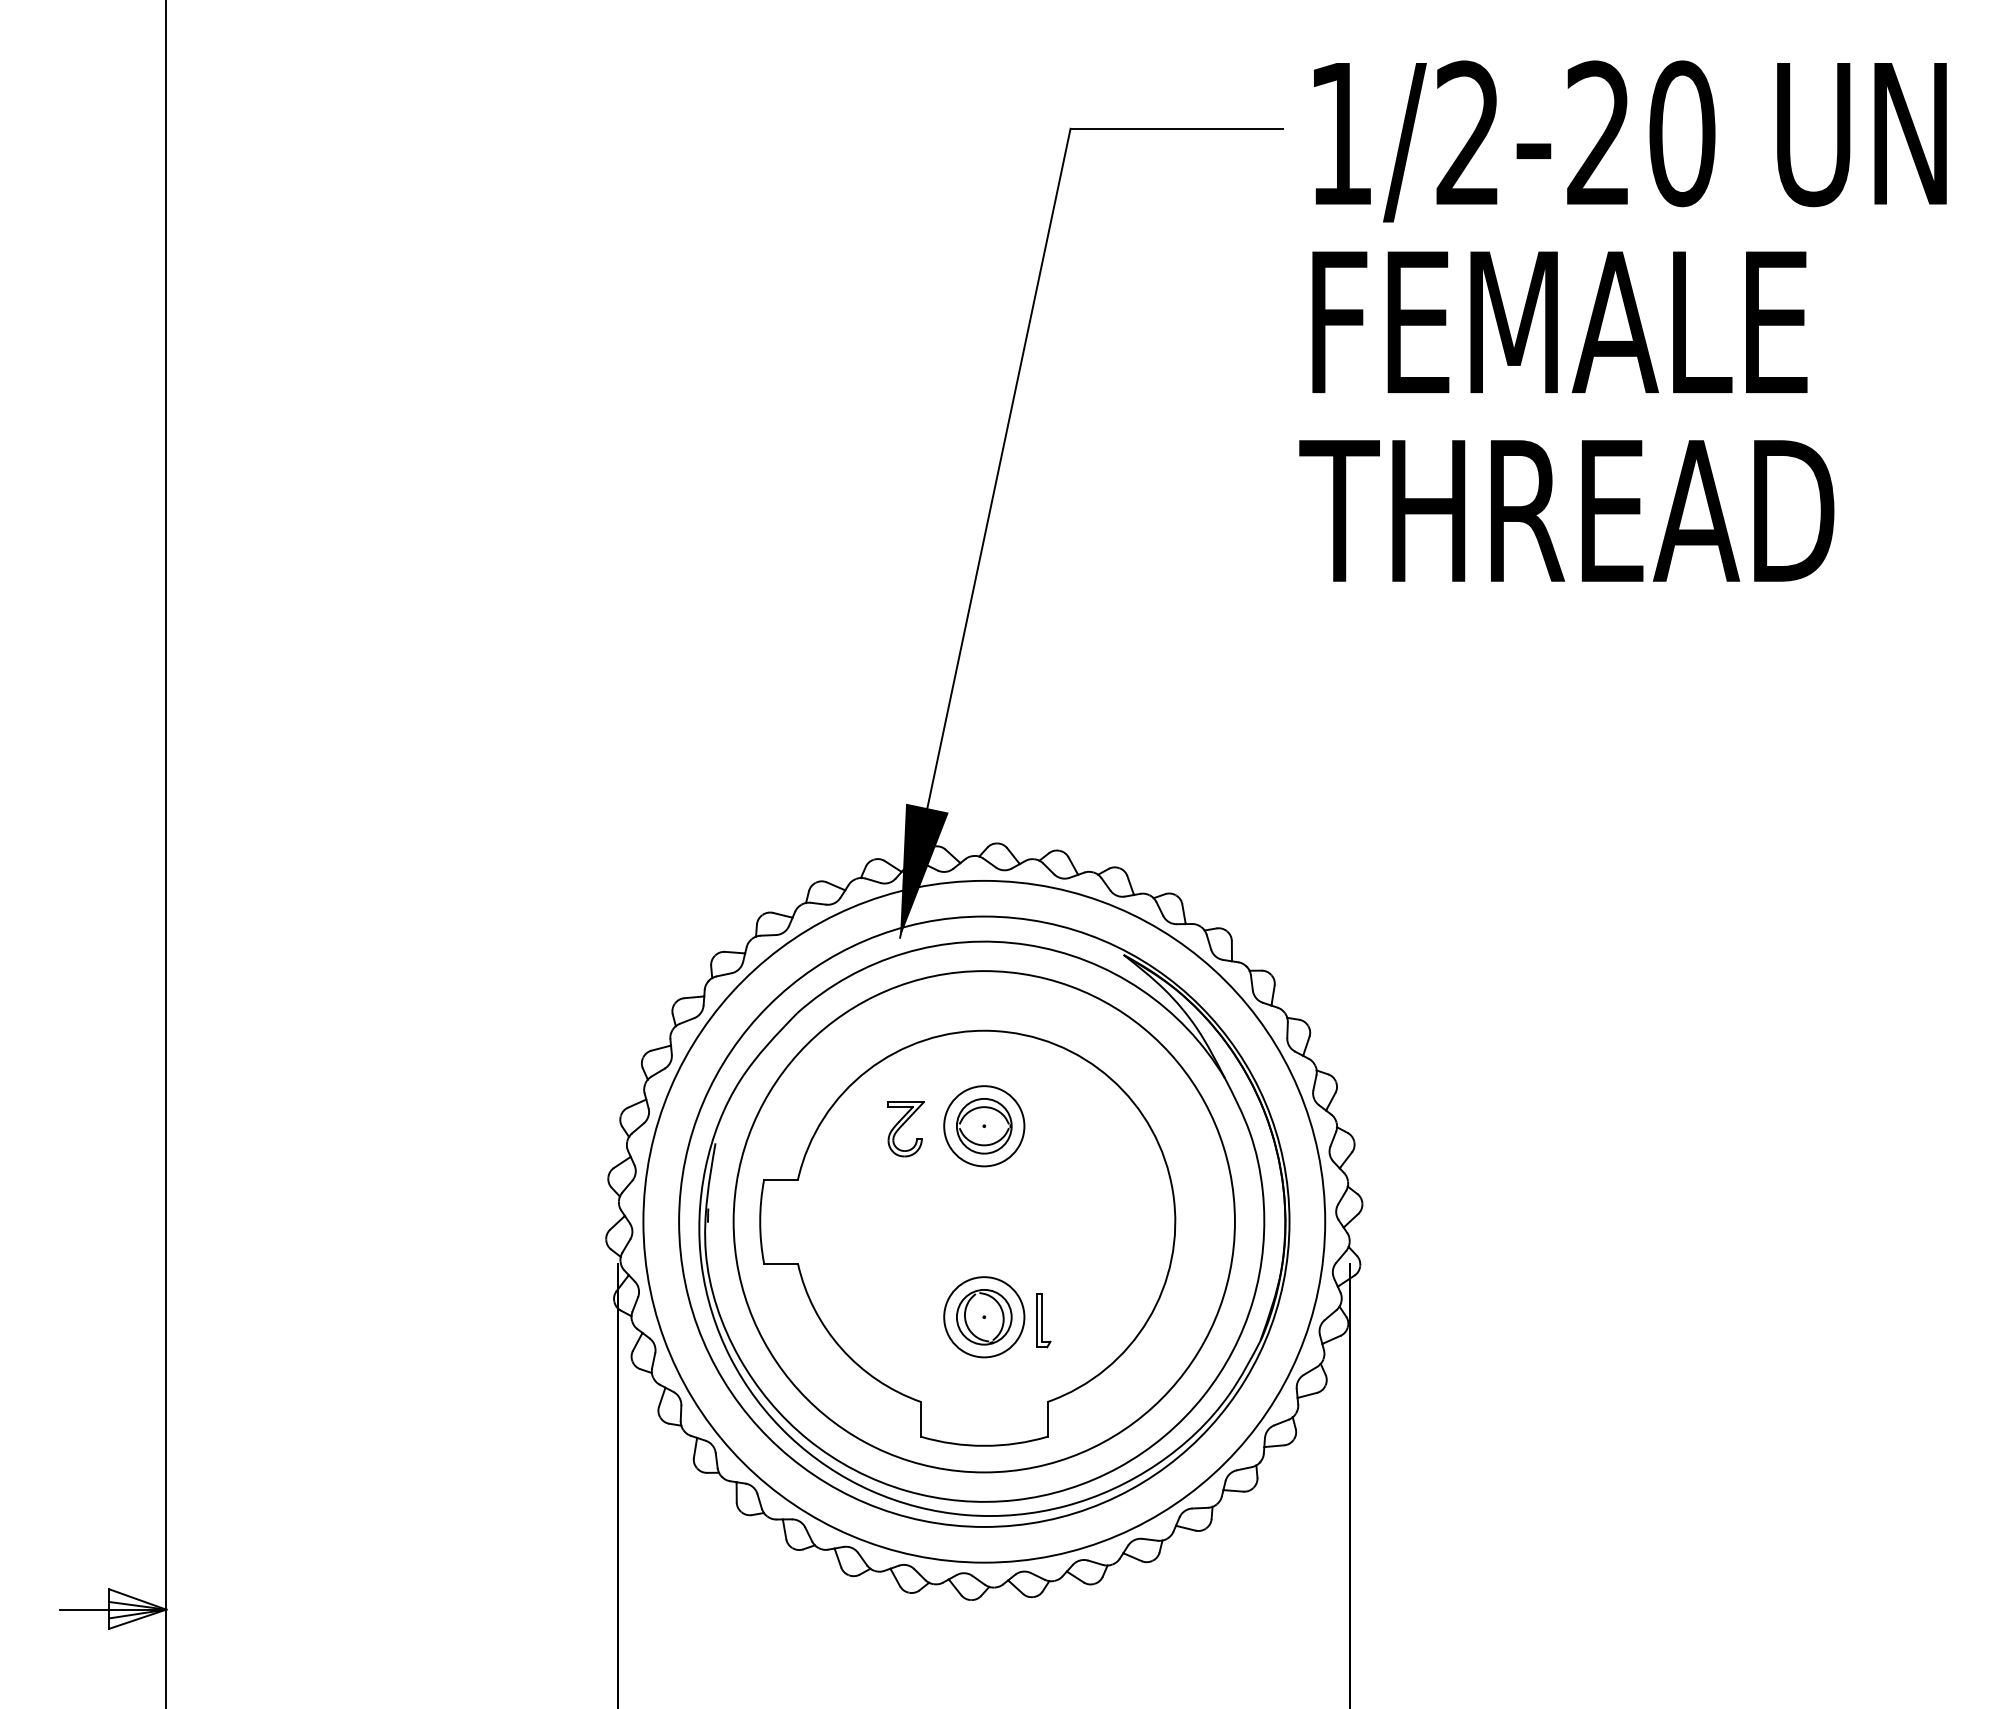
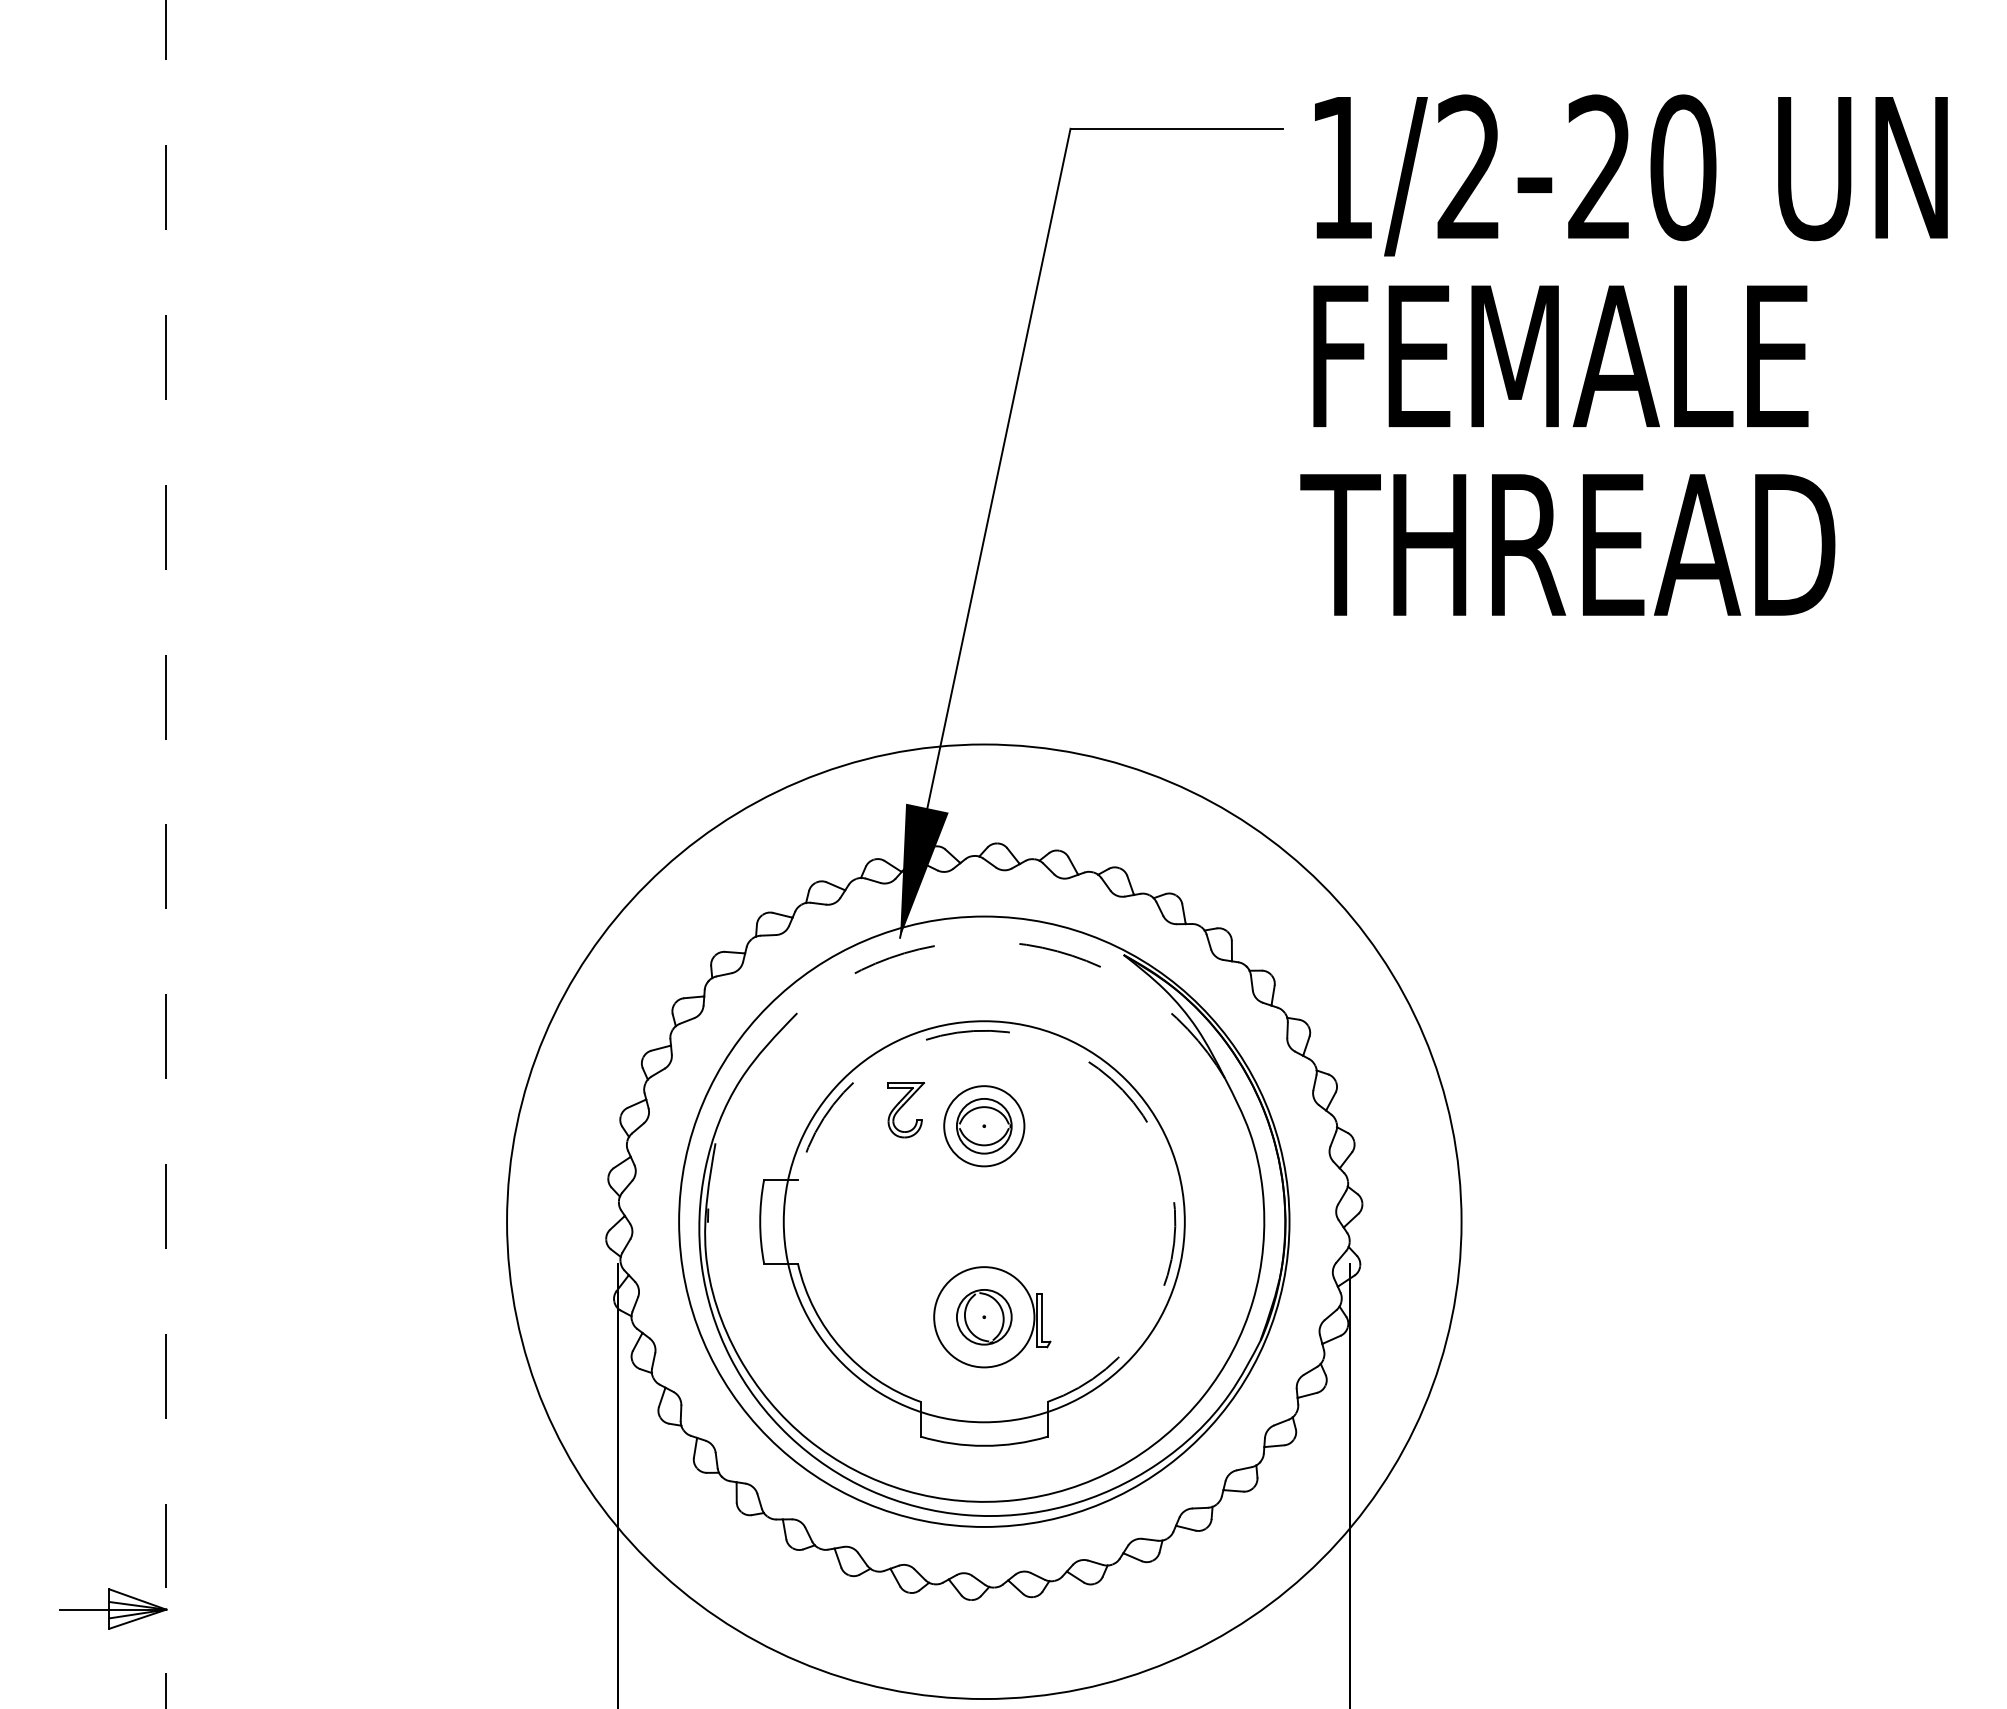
text at (1622, 320) position: (1622, 320) -> (1623, 354)
line at (166, 854): solid -> dashed
arc at (1026, 944): solid -> dashed
arc at (1111, 1078): solid -> dashed
part at (905, 1129) position: (905, 1129) -> (905, 1110)
circle at (983, 1221) diameter: 501 px -> 401 px
circle at (984, 1221) diameter: 682 px -> 955 px
circle at (984, 1317) diameter: 80 px -> 100 px
